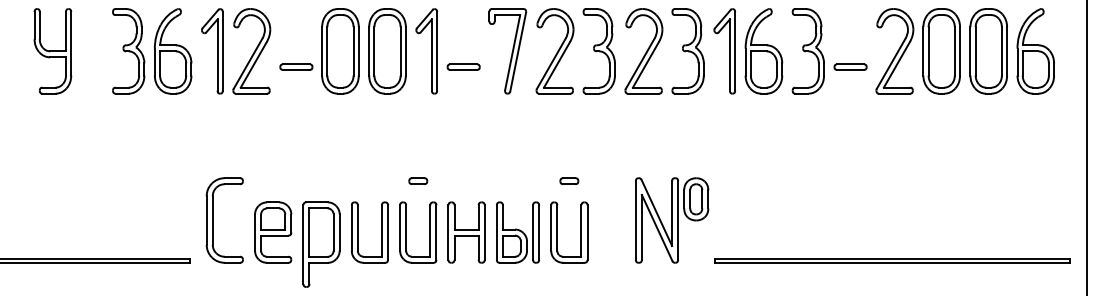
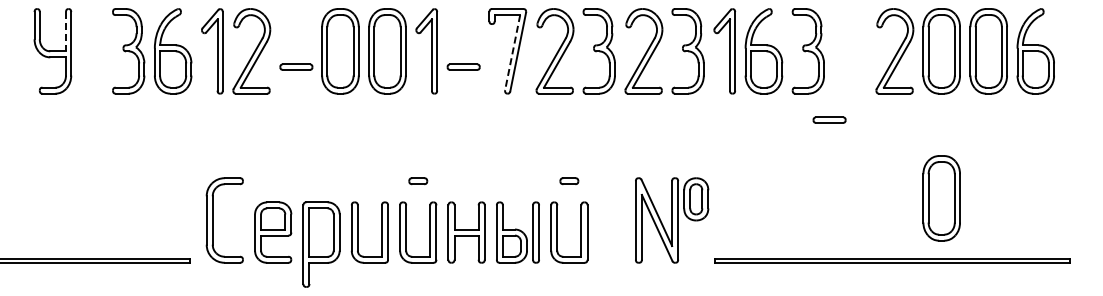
line at (66, 31): solid -> dashed
line at (512, 53): solid -> dashed
part at (850, 66) position: (850, 66) -> (829, 119)
line at (1086, 147): present -> none
part at (941, 198): none -> present
